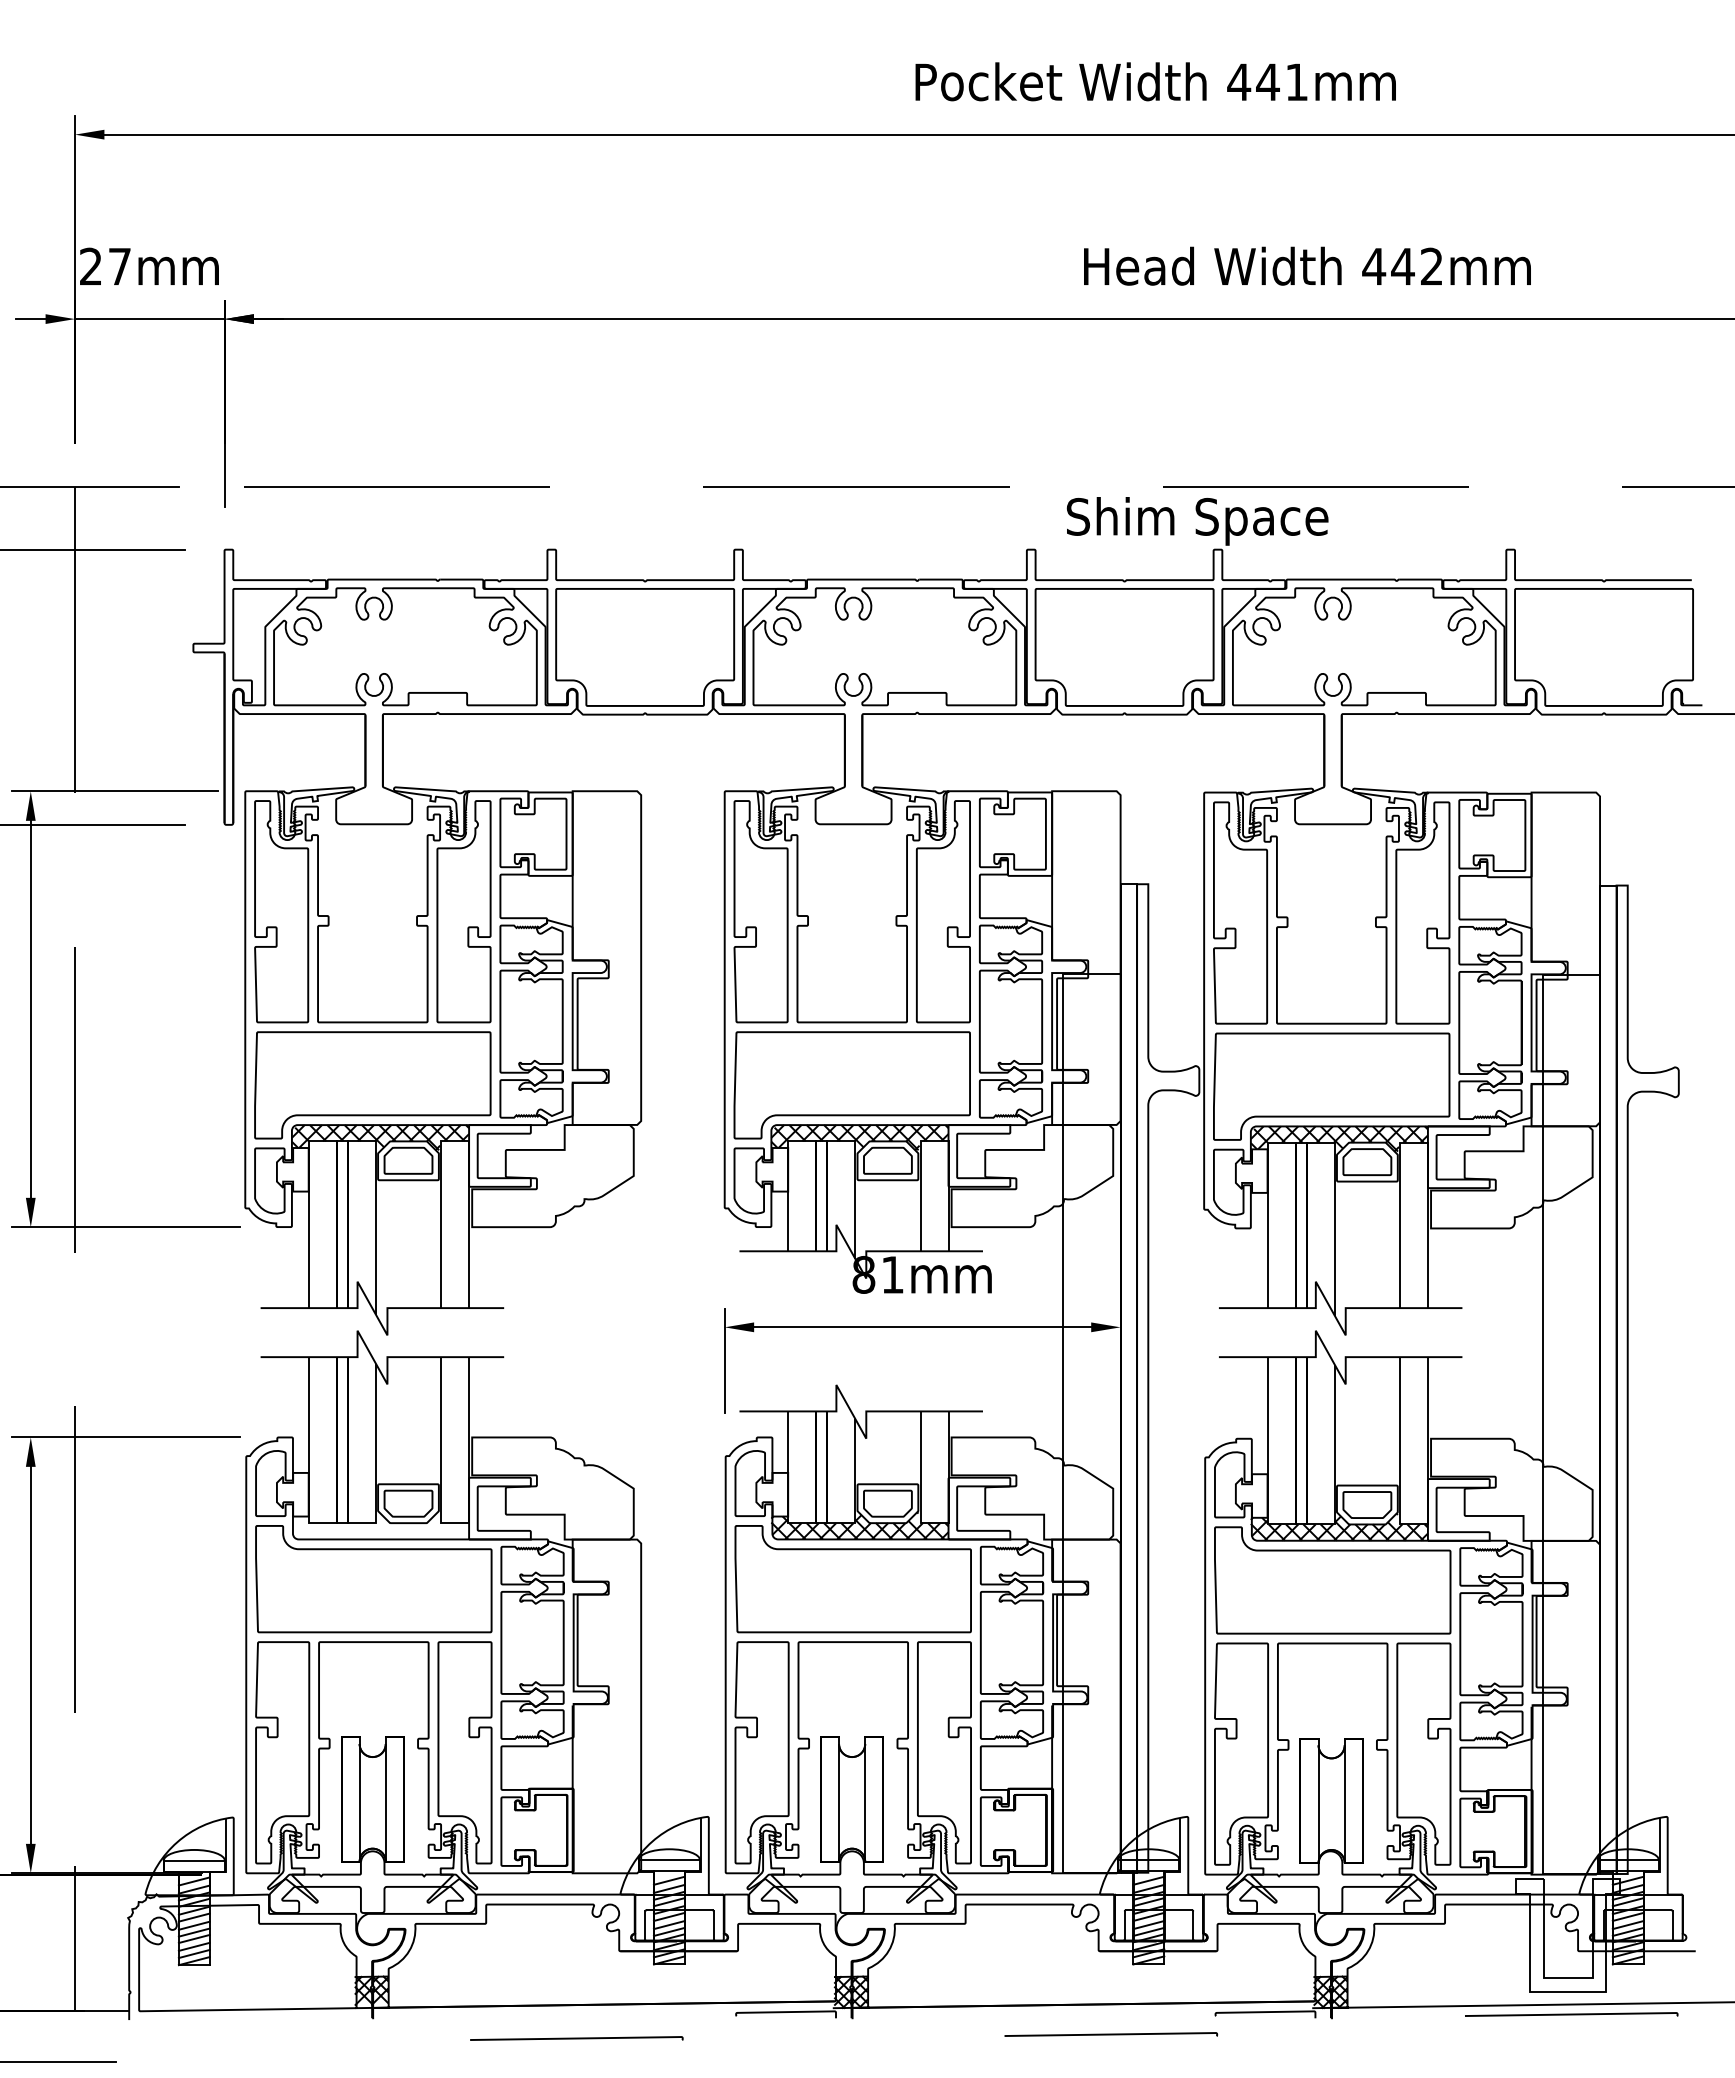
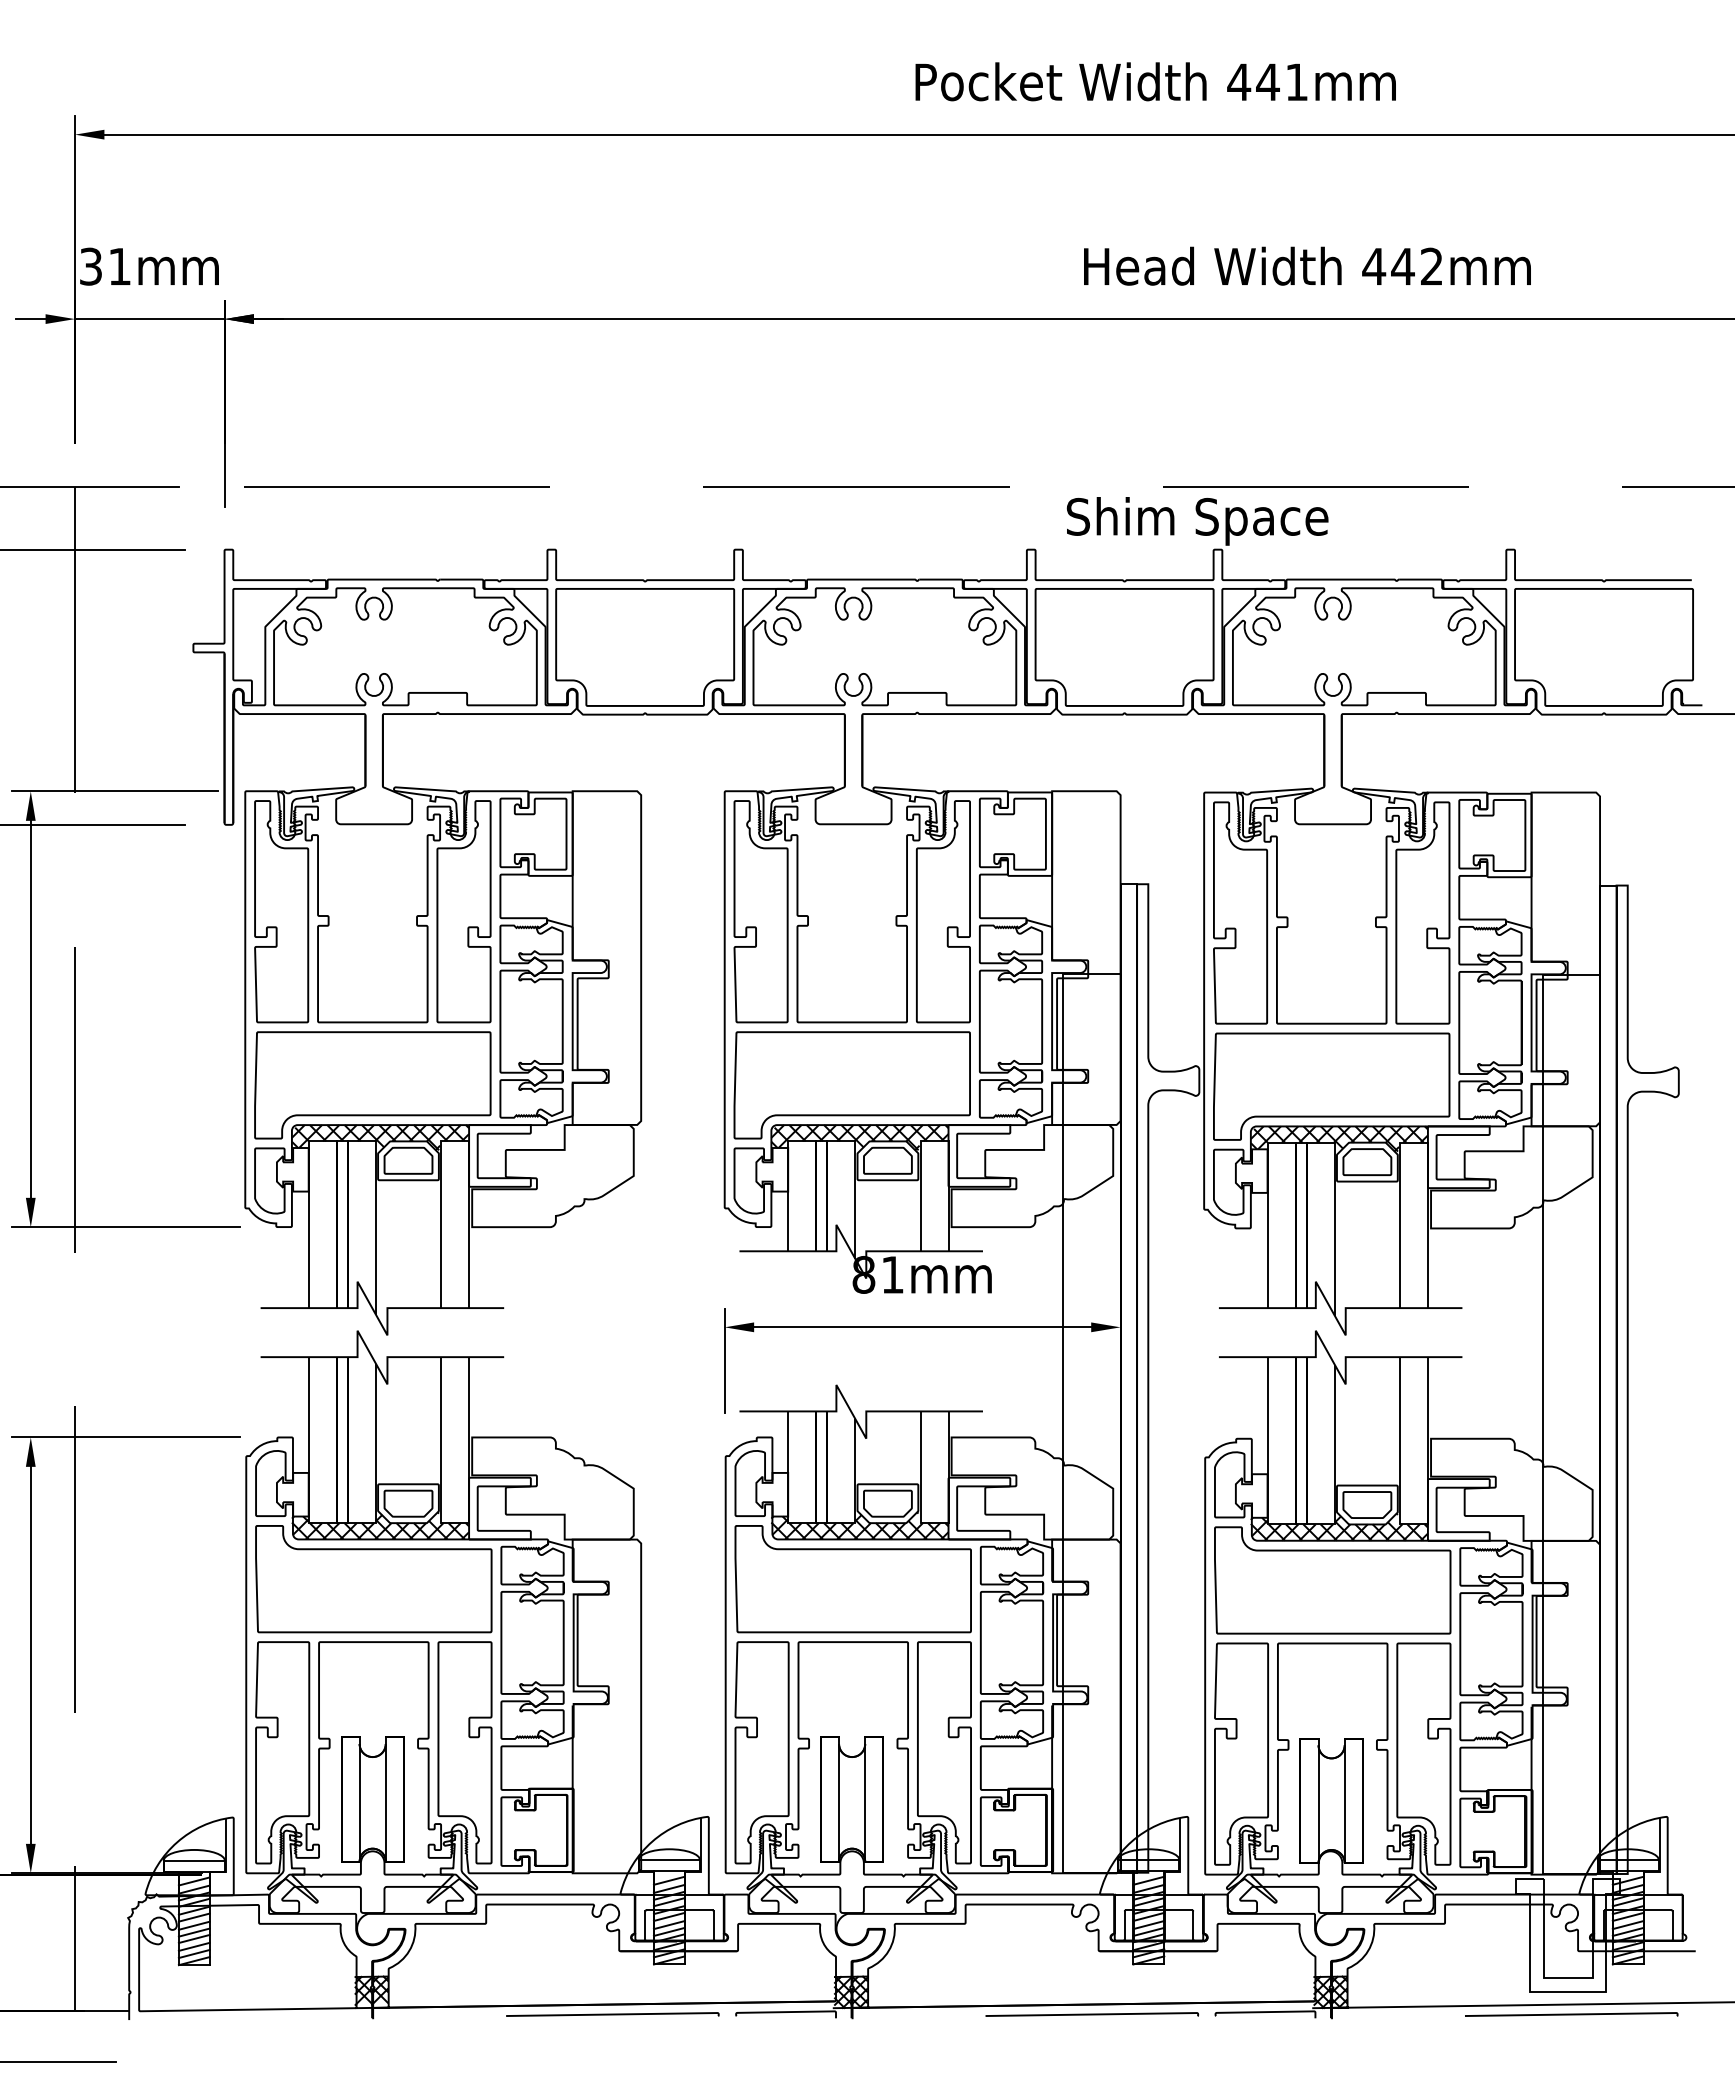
text at (105, 266): 27mm -> 31mm
hatch at (380, 1525): none -> present
curve at (1111, 2034) position: (1111, 2034) -> (1092, 2014)
curve at (576, 2038) position: (576, 2038) -> (612, 2014)
